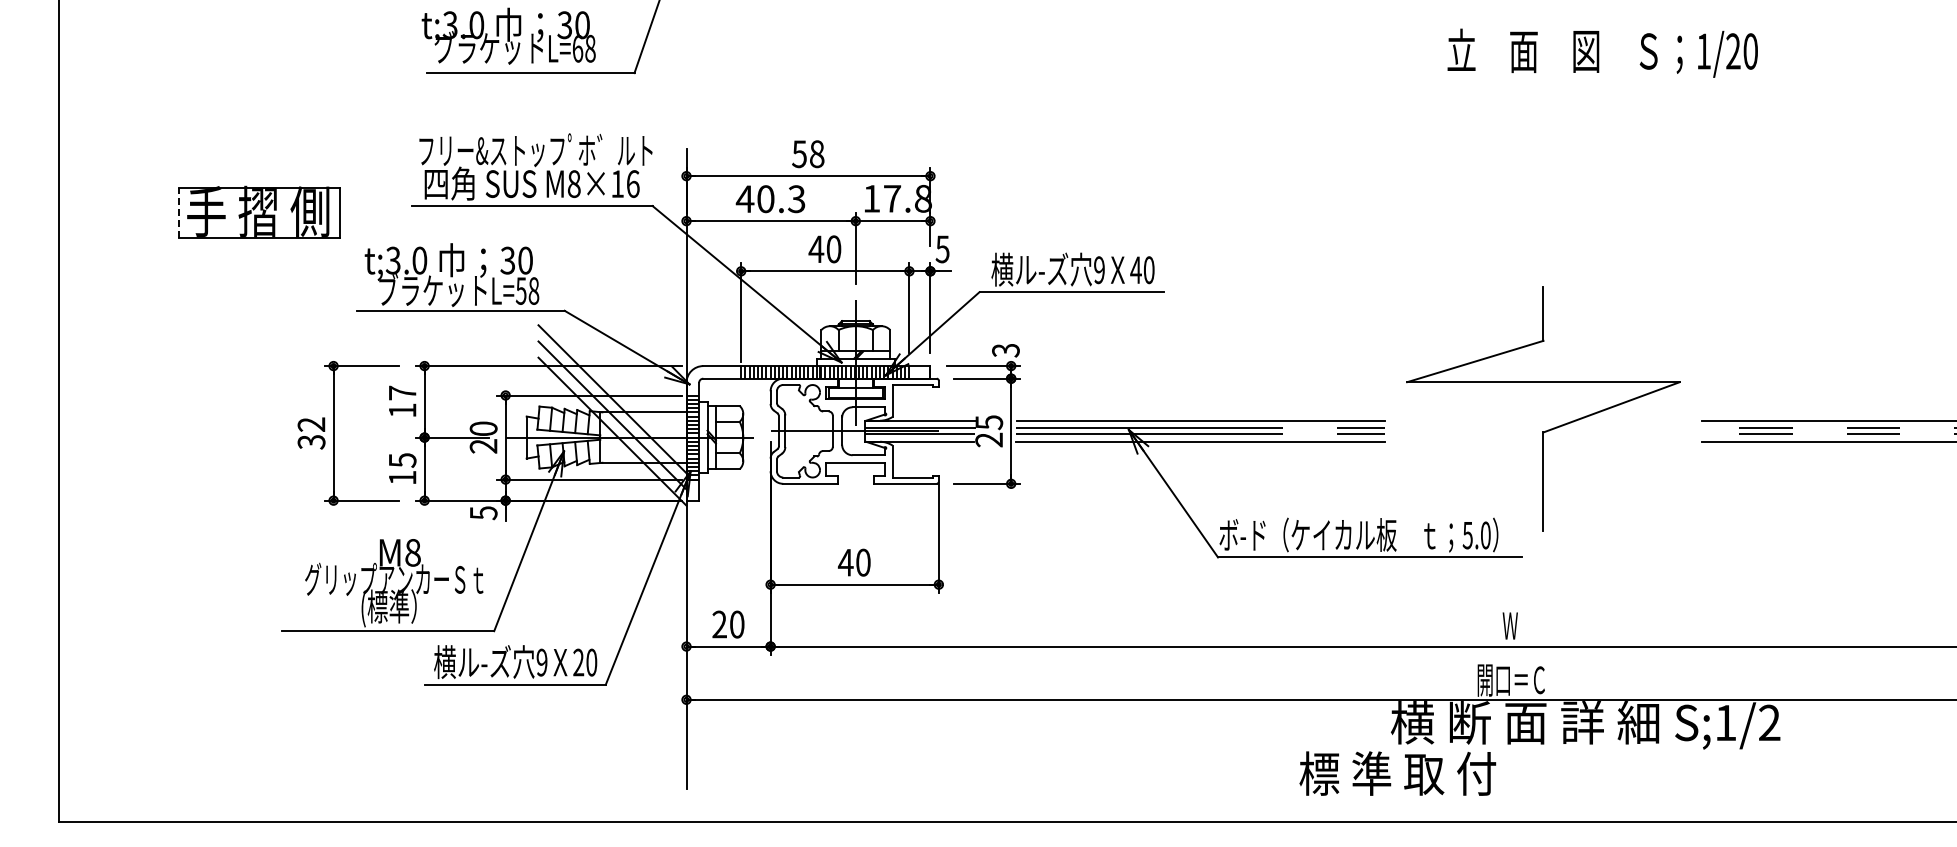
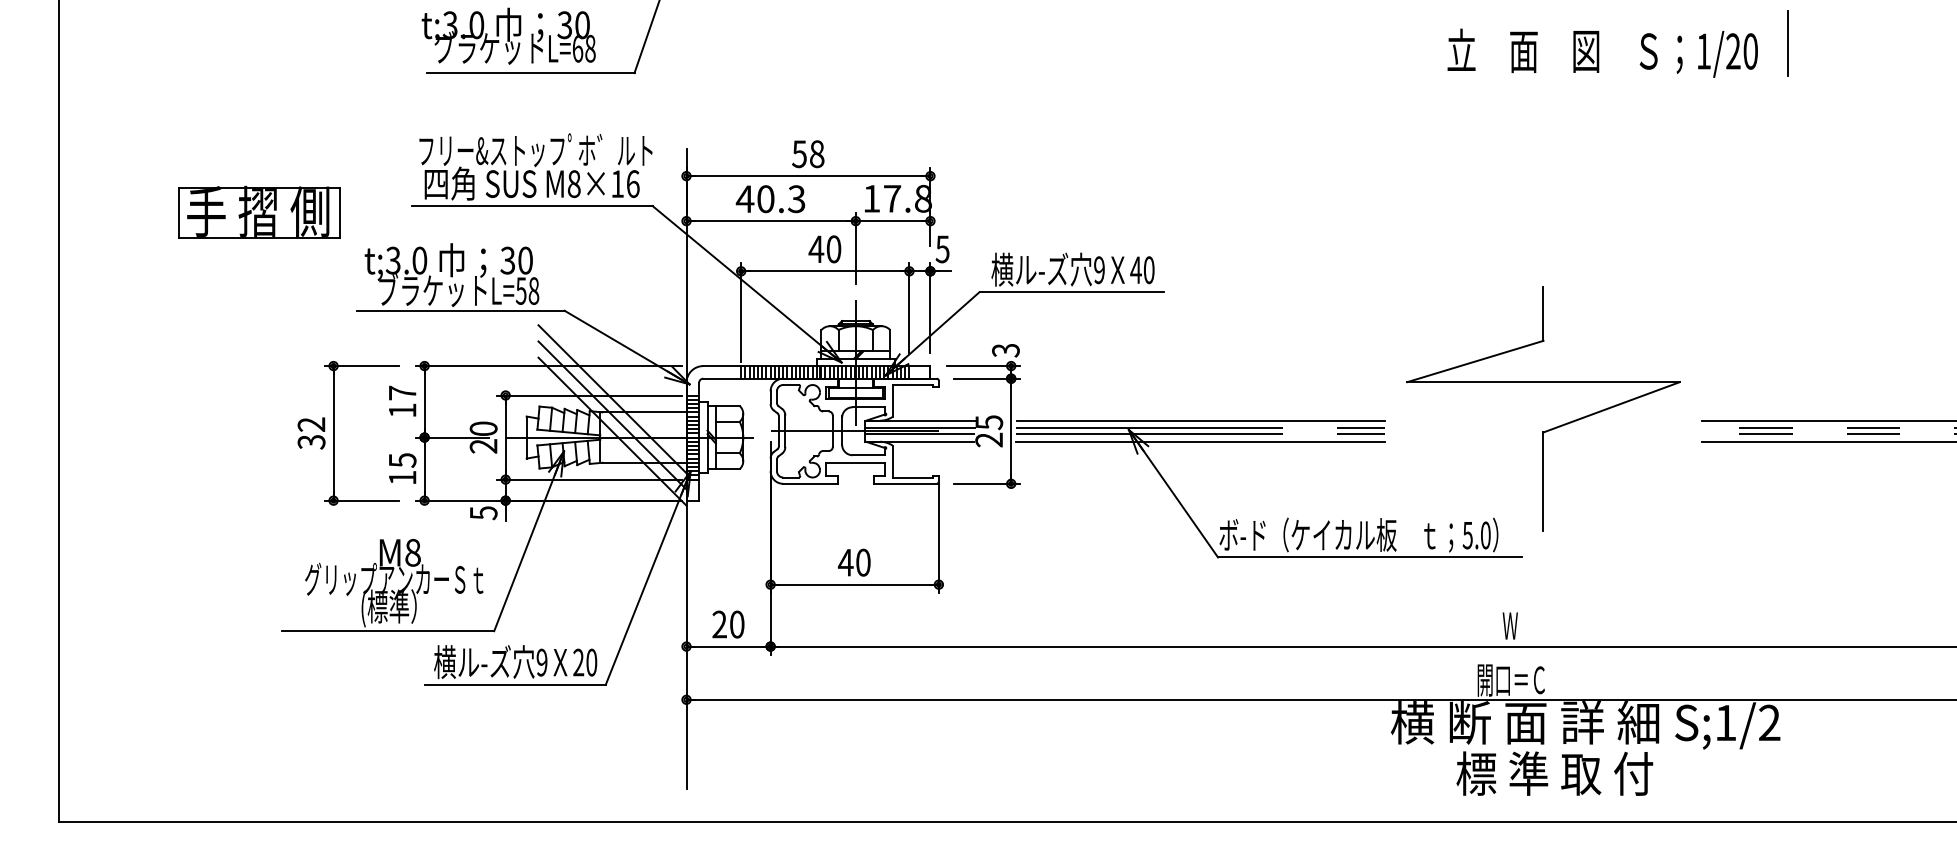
line at (1787, 43): none -> present
line at (178, 213): dashed -> solid
text at (1397, 773) position: (1397, 773) -> (1554, 773)
